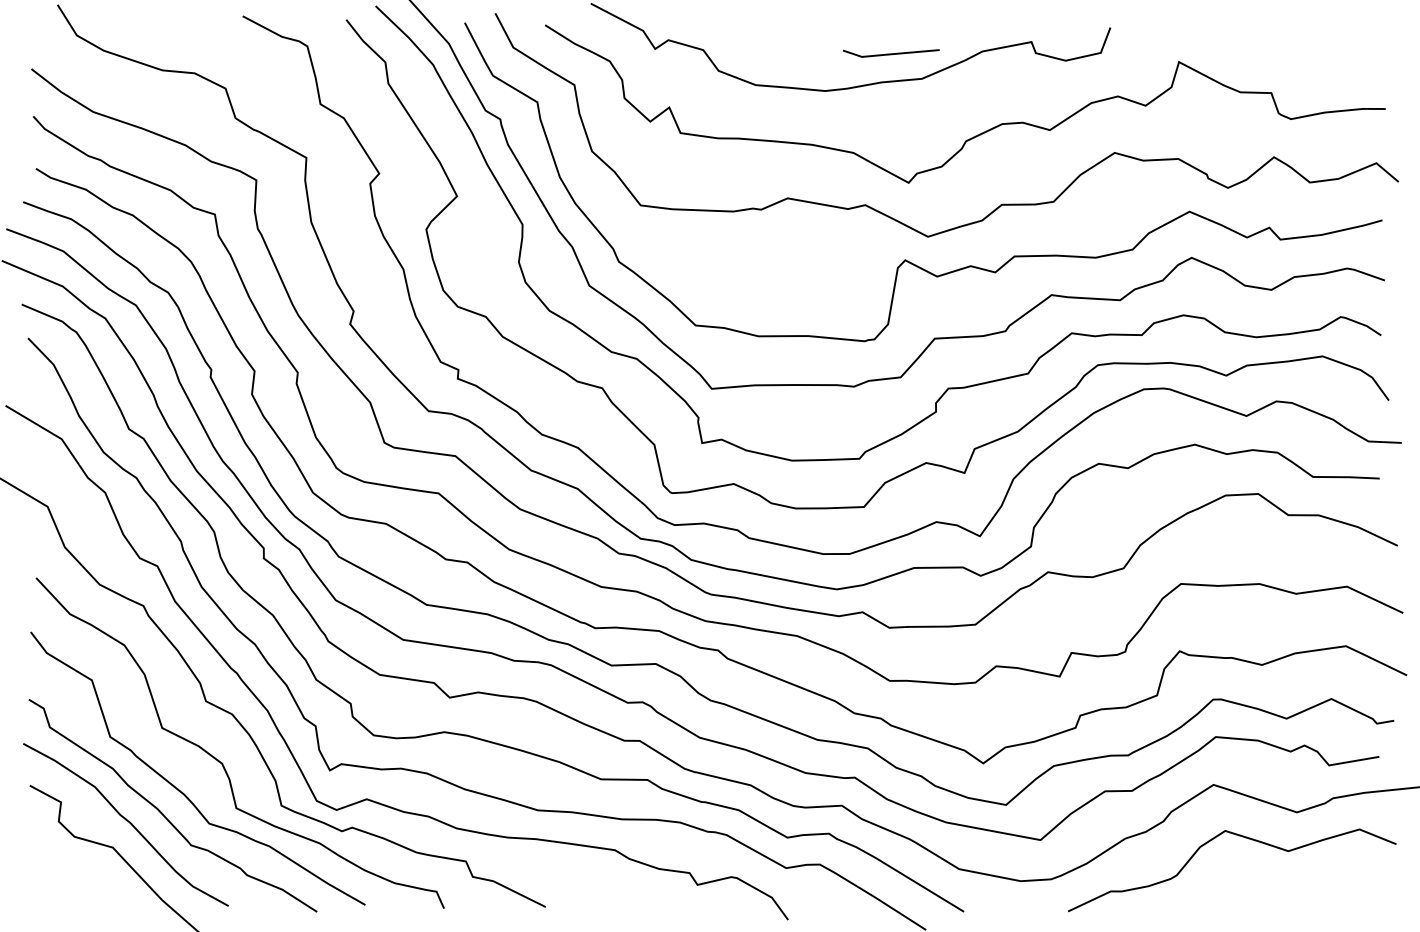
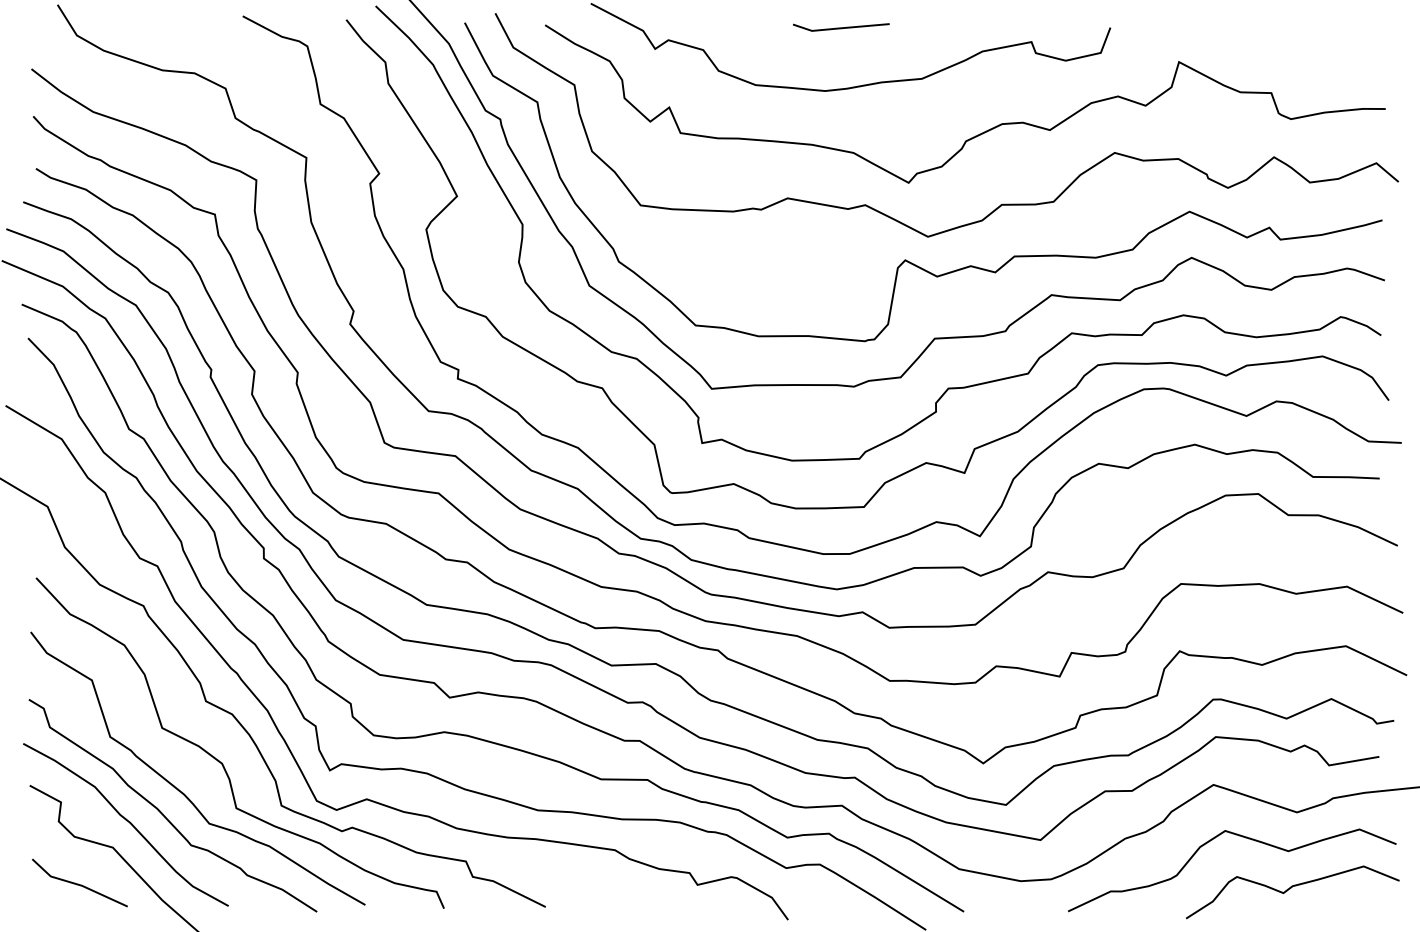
line at (891, 53) position: (891, 53) -> (841, 27)
line at (78, 883): none -> present
curve at (1290, 889): none -> present
